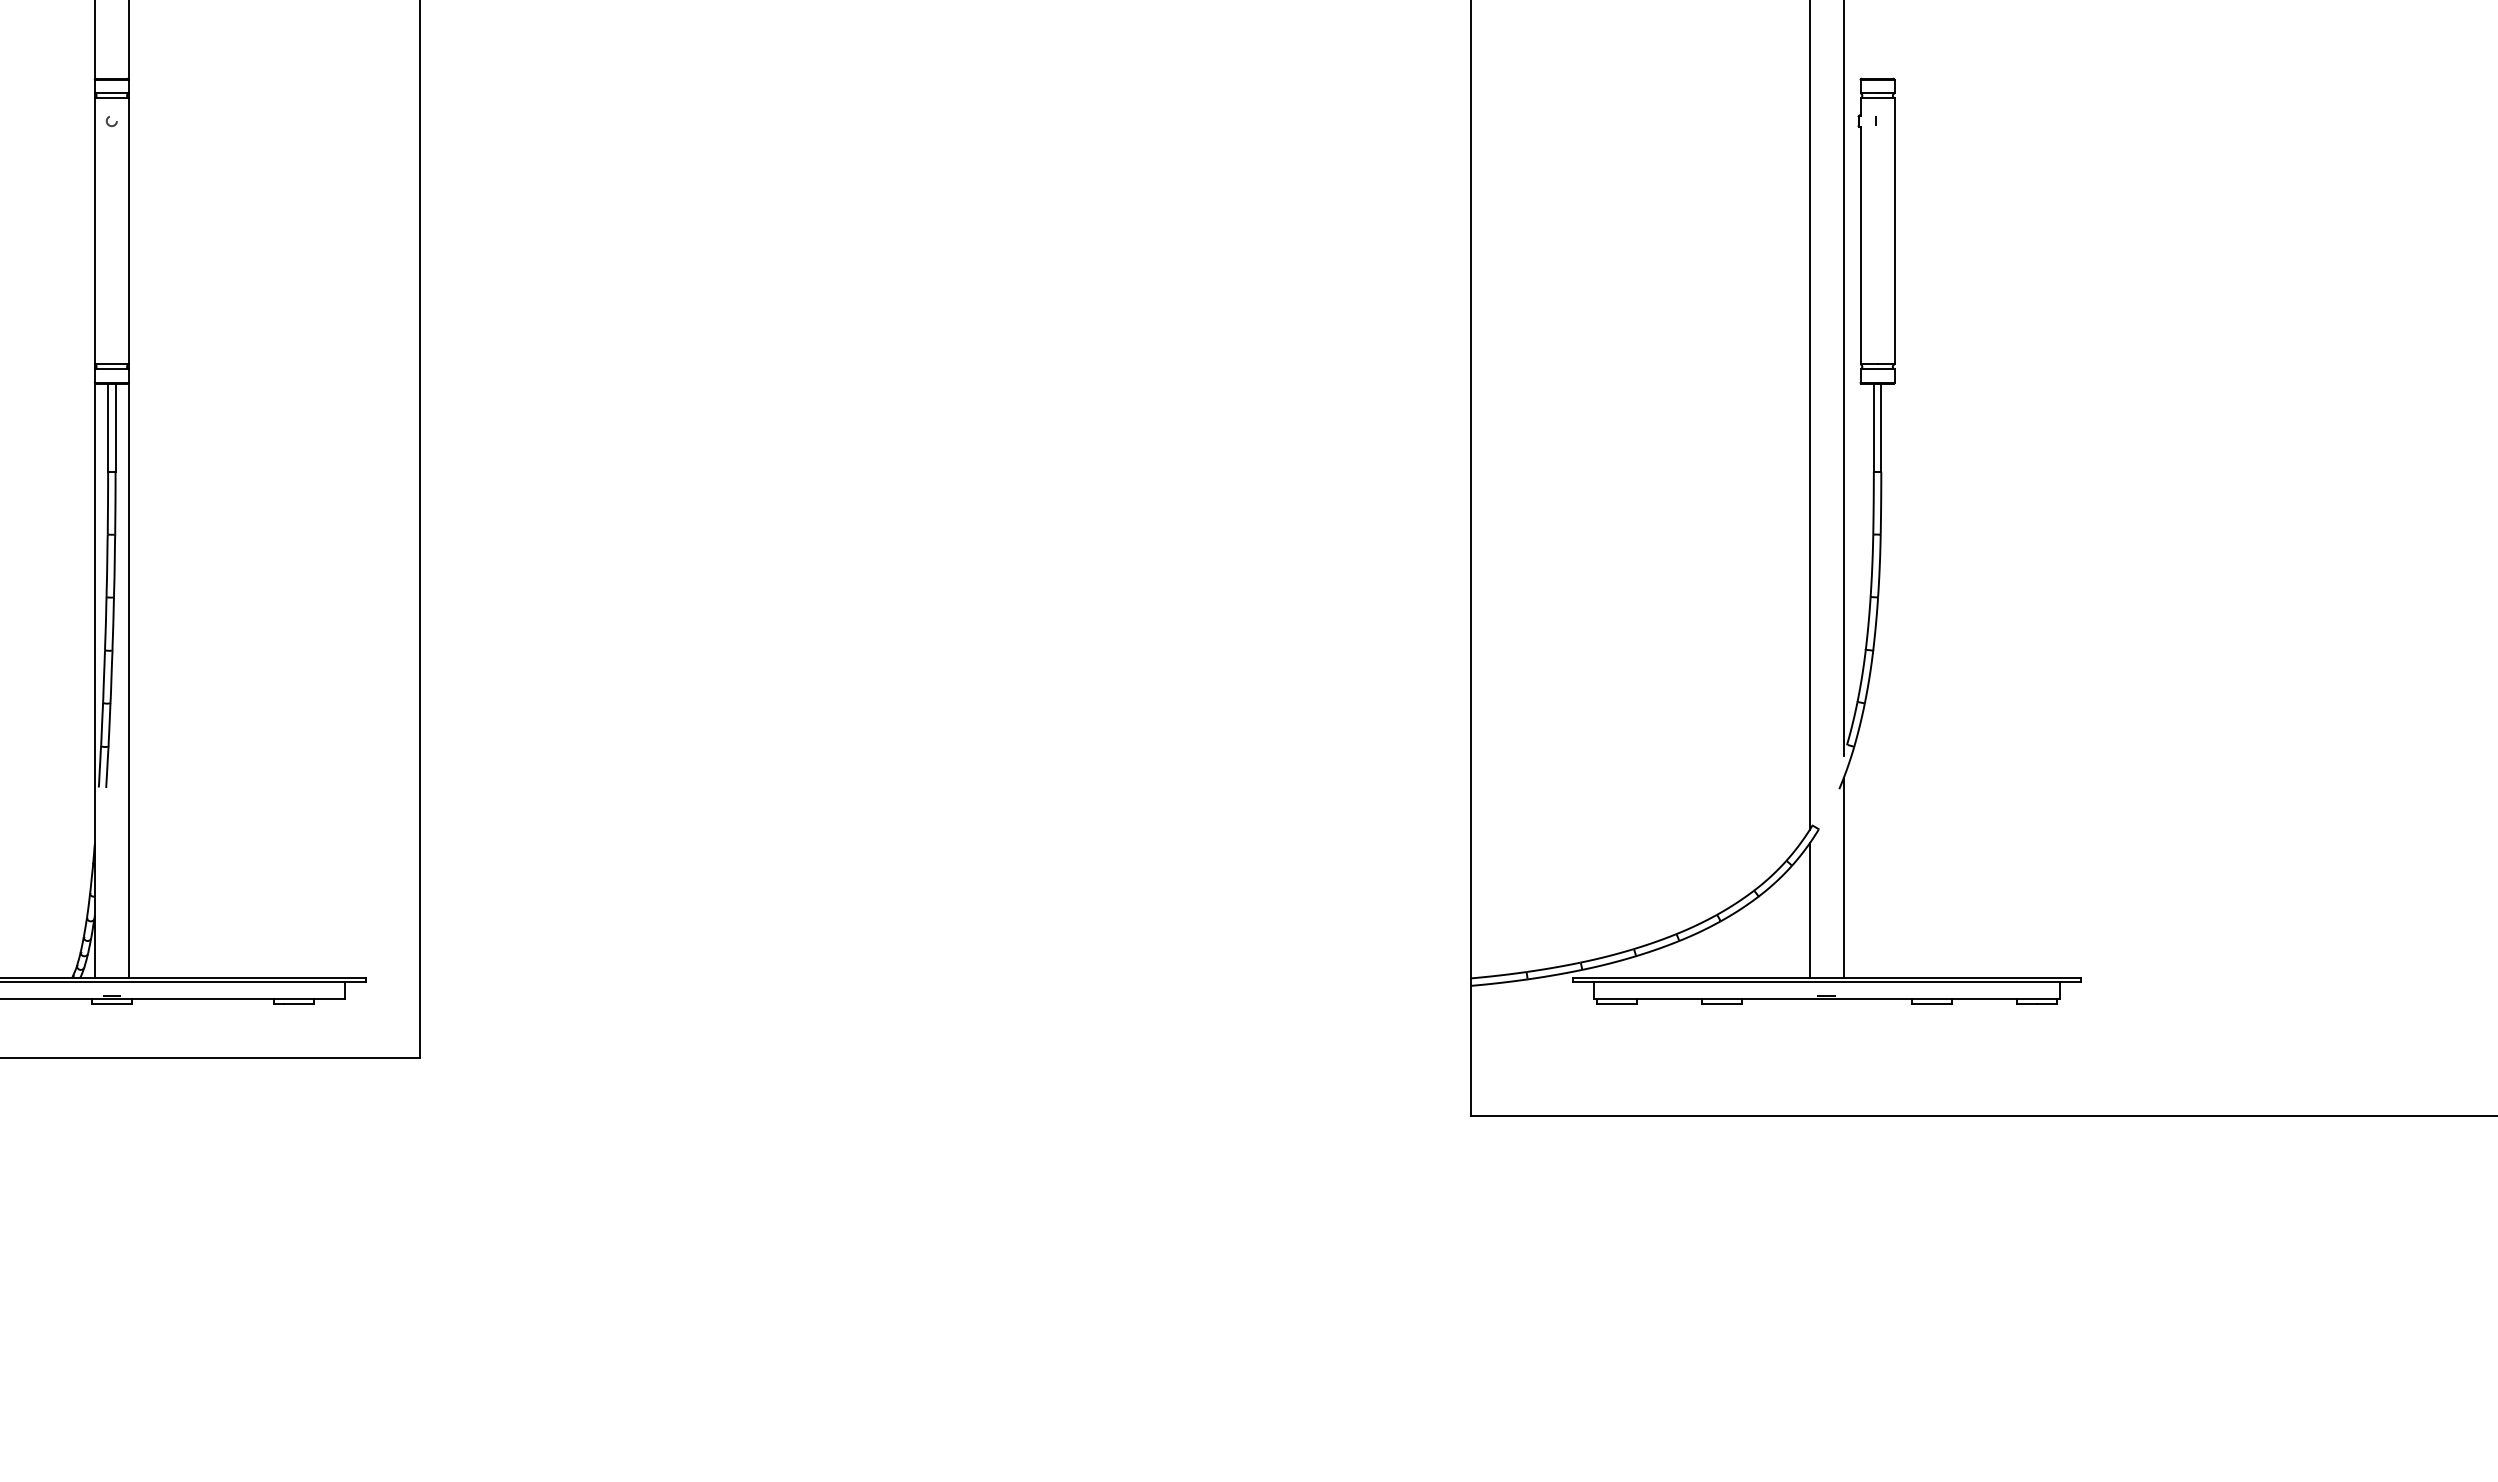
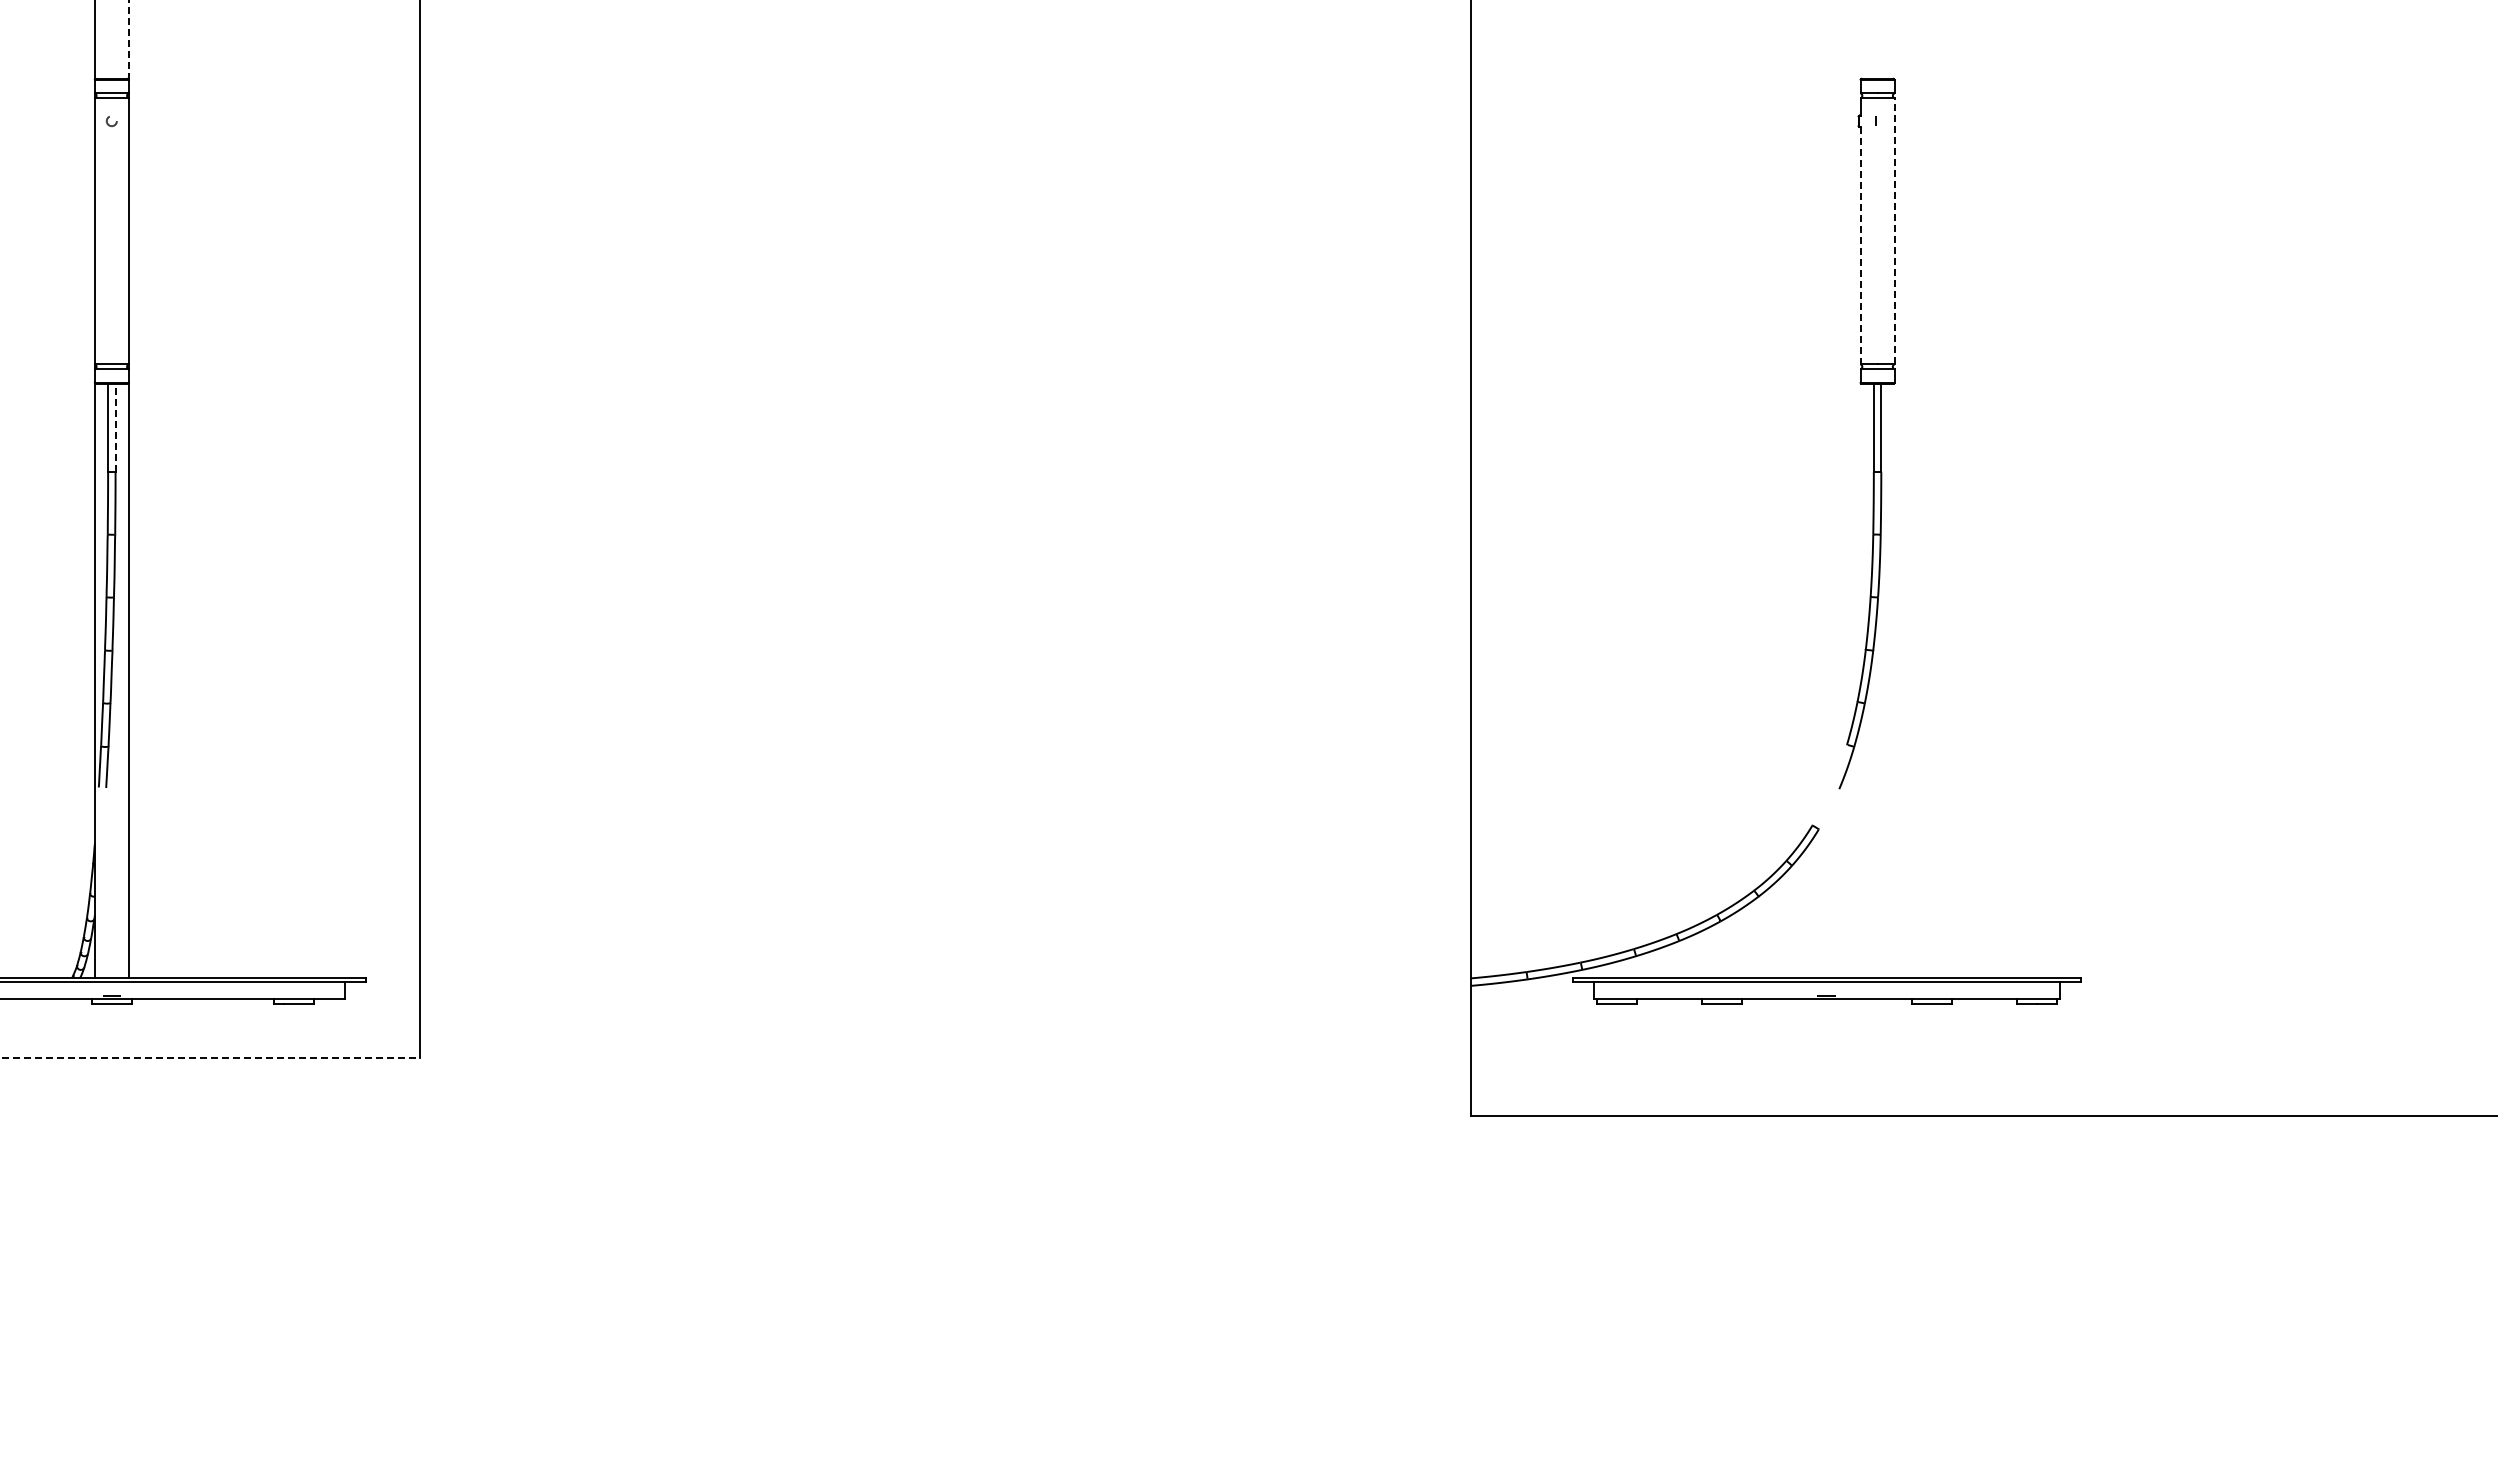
line at (128, 39): solid -> dashed
line at (1894, 230): solid -> dashed
line at (1860, 245): solid -> dashed
line at (1843, 378): present -> none
line at (1809, 415): present -> none
line at (115, 427): solid -> dashed
line at (1843, 878): present -> none
line at (1809, 910): present -> none
line at (210, 1057): solid -> dashed
